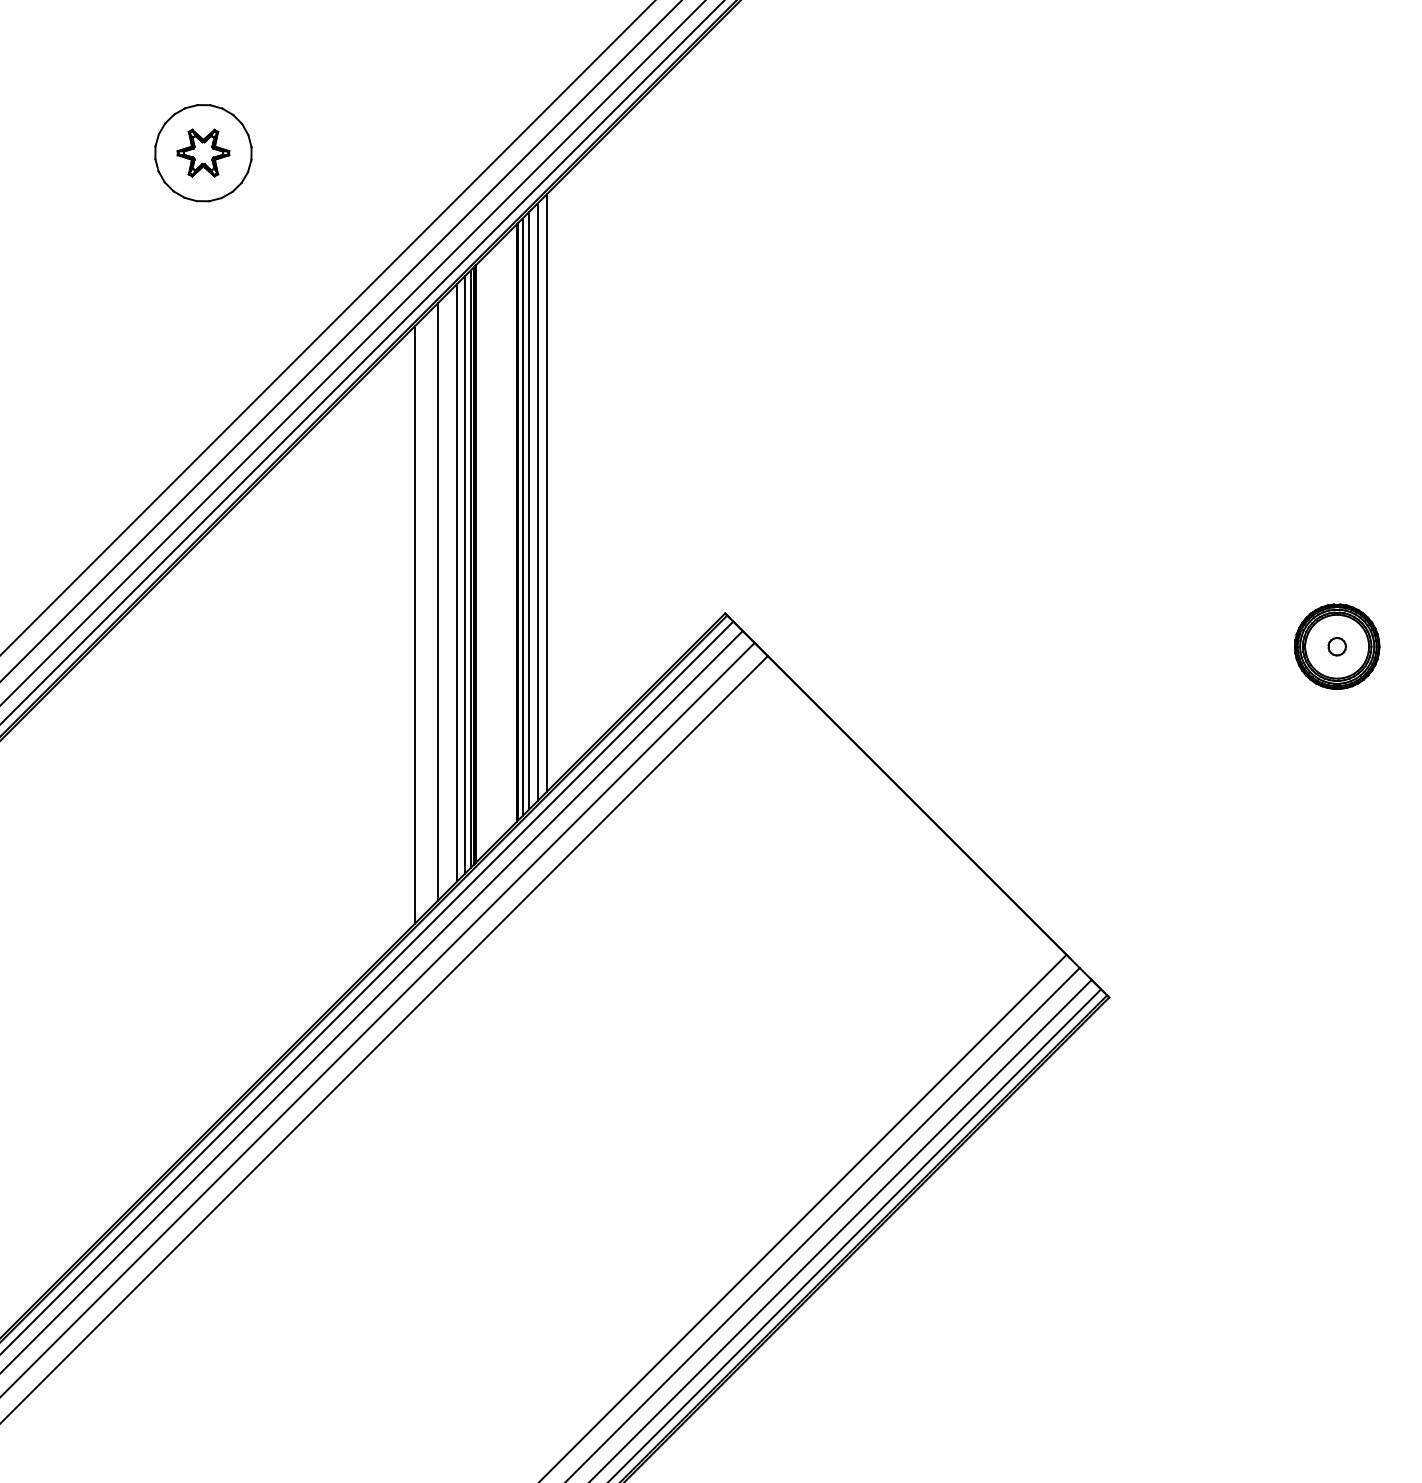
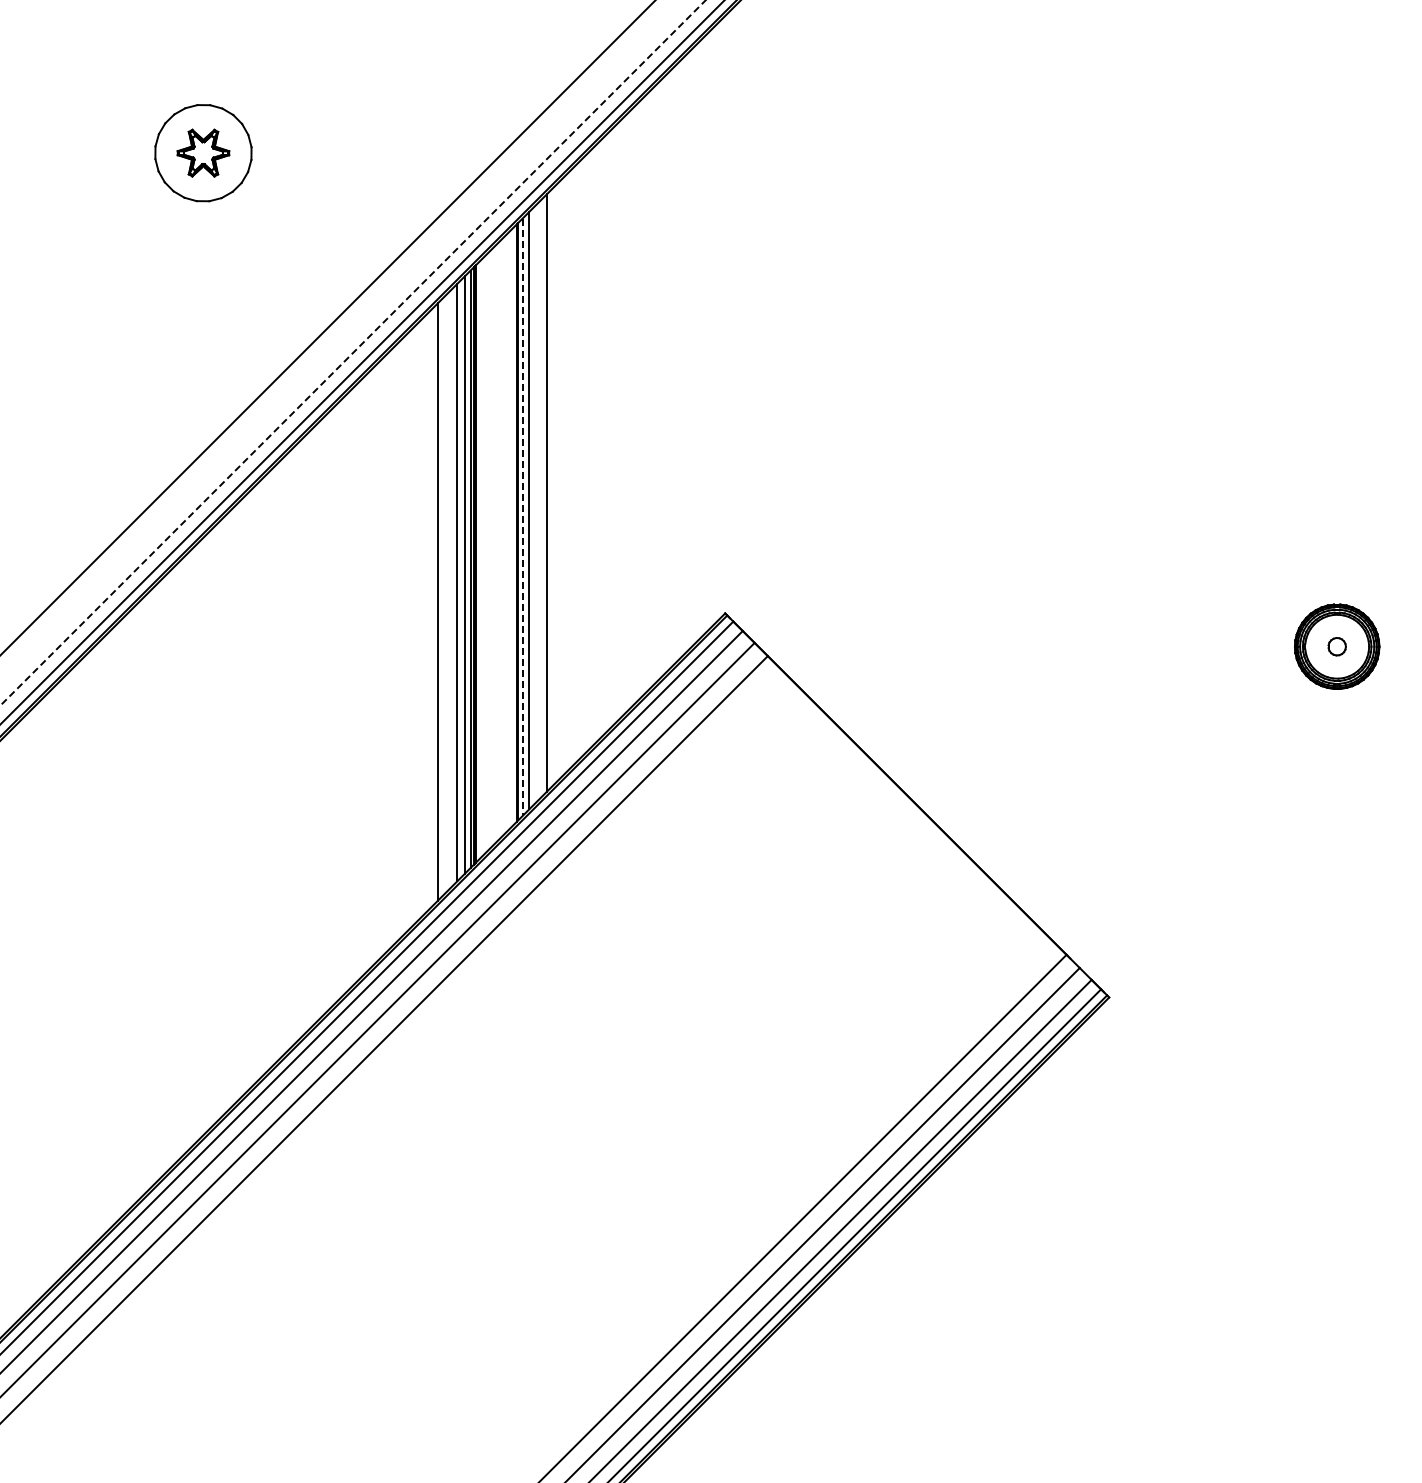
line at (341, 340): present -> none
line at (352, 353): solid -> dashed
line at (537, 502): present -> none
line at (522, 517): solid -> dashed
line at (414, 624): present -> none
